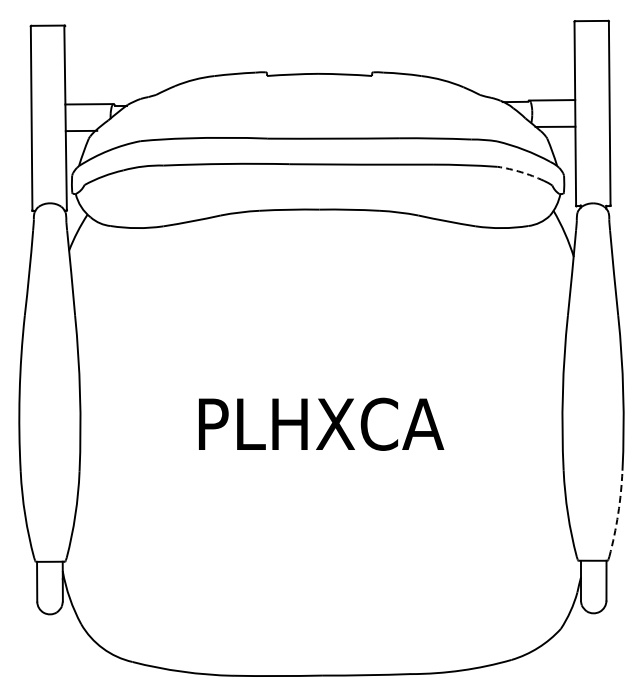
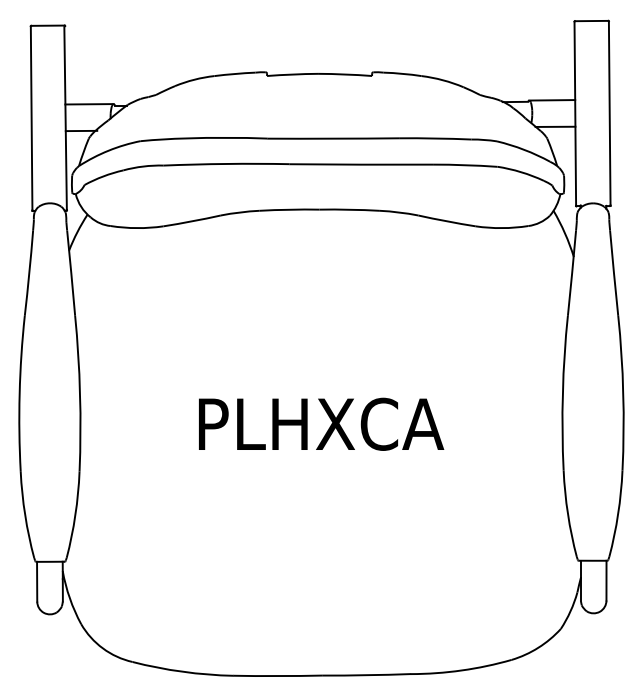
arc at (521, 172): dashed -> solid
arc at (618, 514): dashed -> solid
